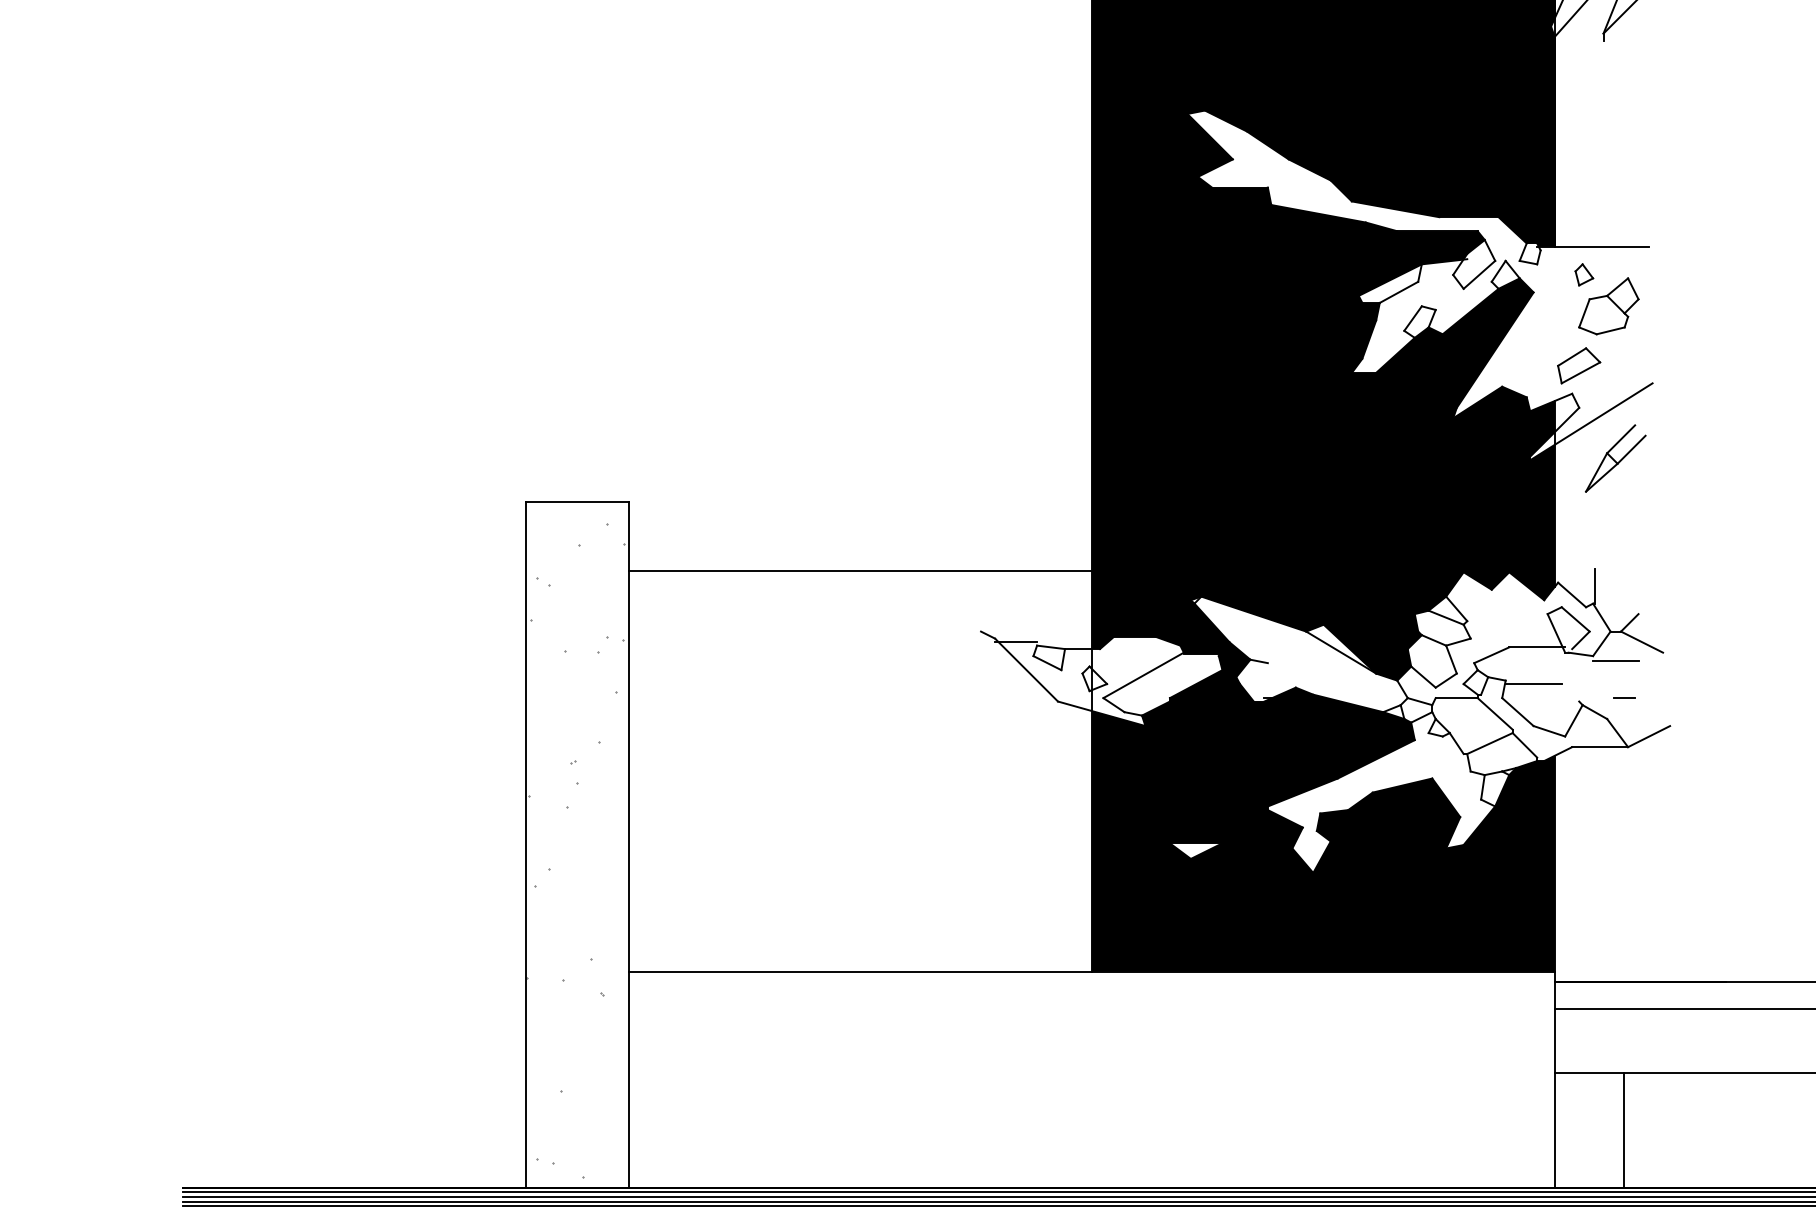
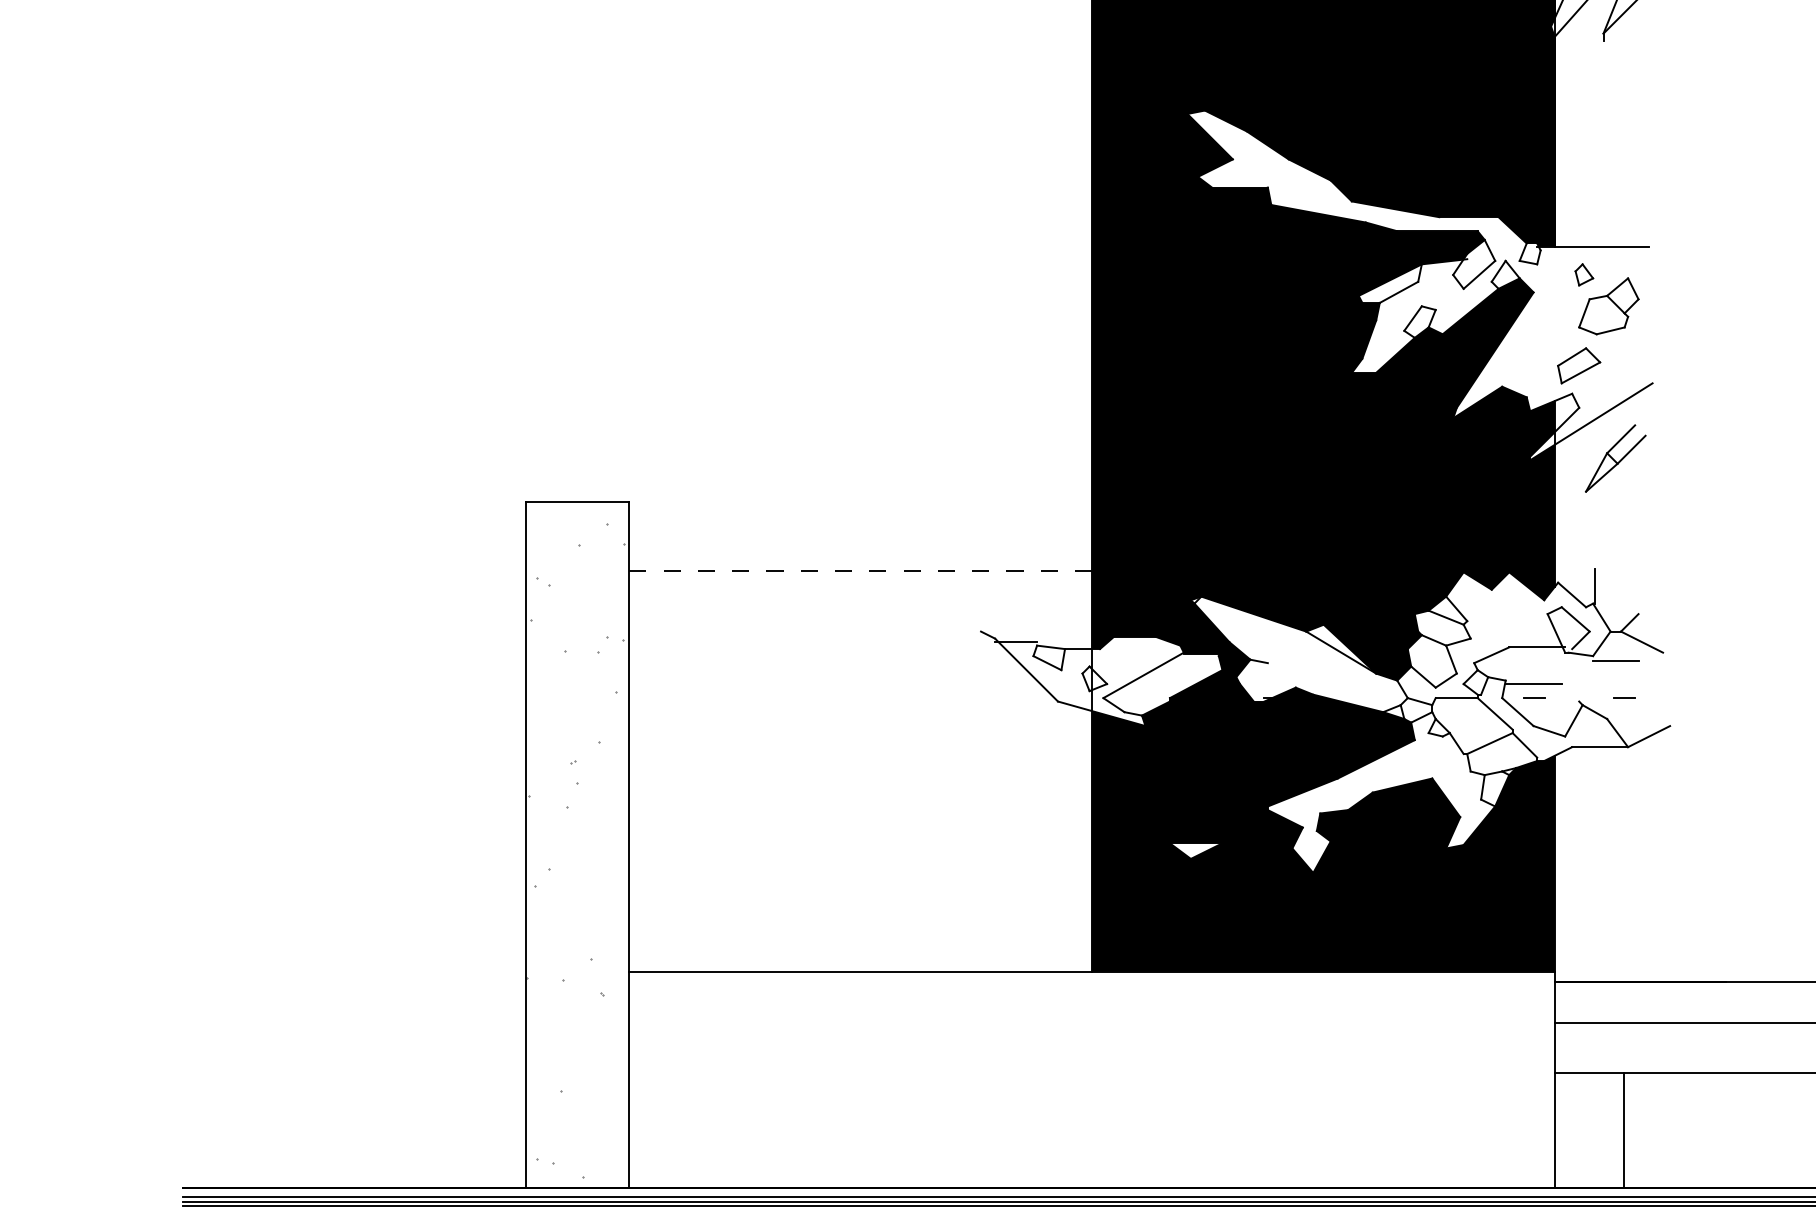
line at (860, 570): solid -> dashed
line at (1534, 697): none -> present
line at (1683, 1009) position: (1683, 1009) -> (1683, 1023)
line at (997, 1192): present -> none
